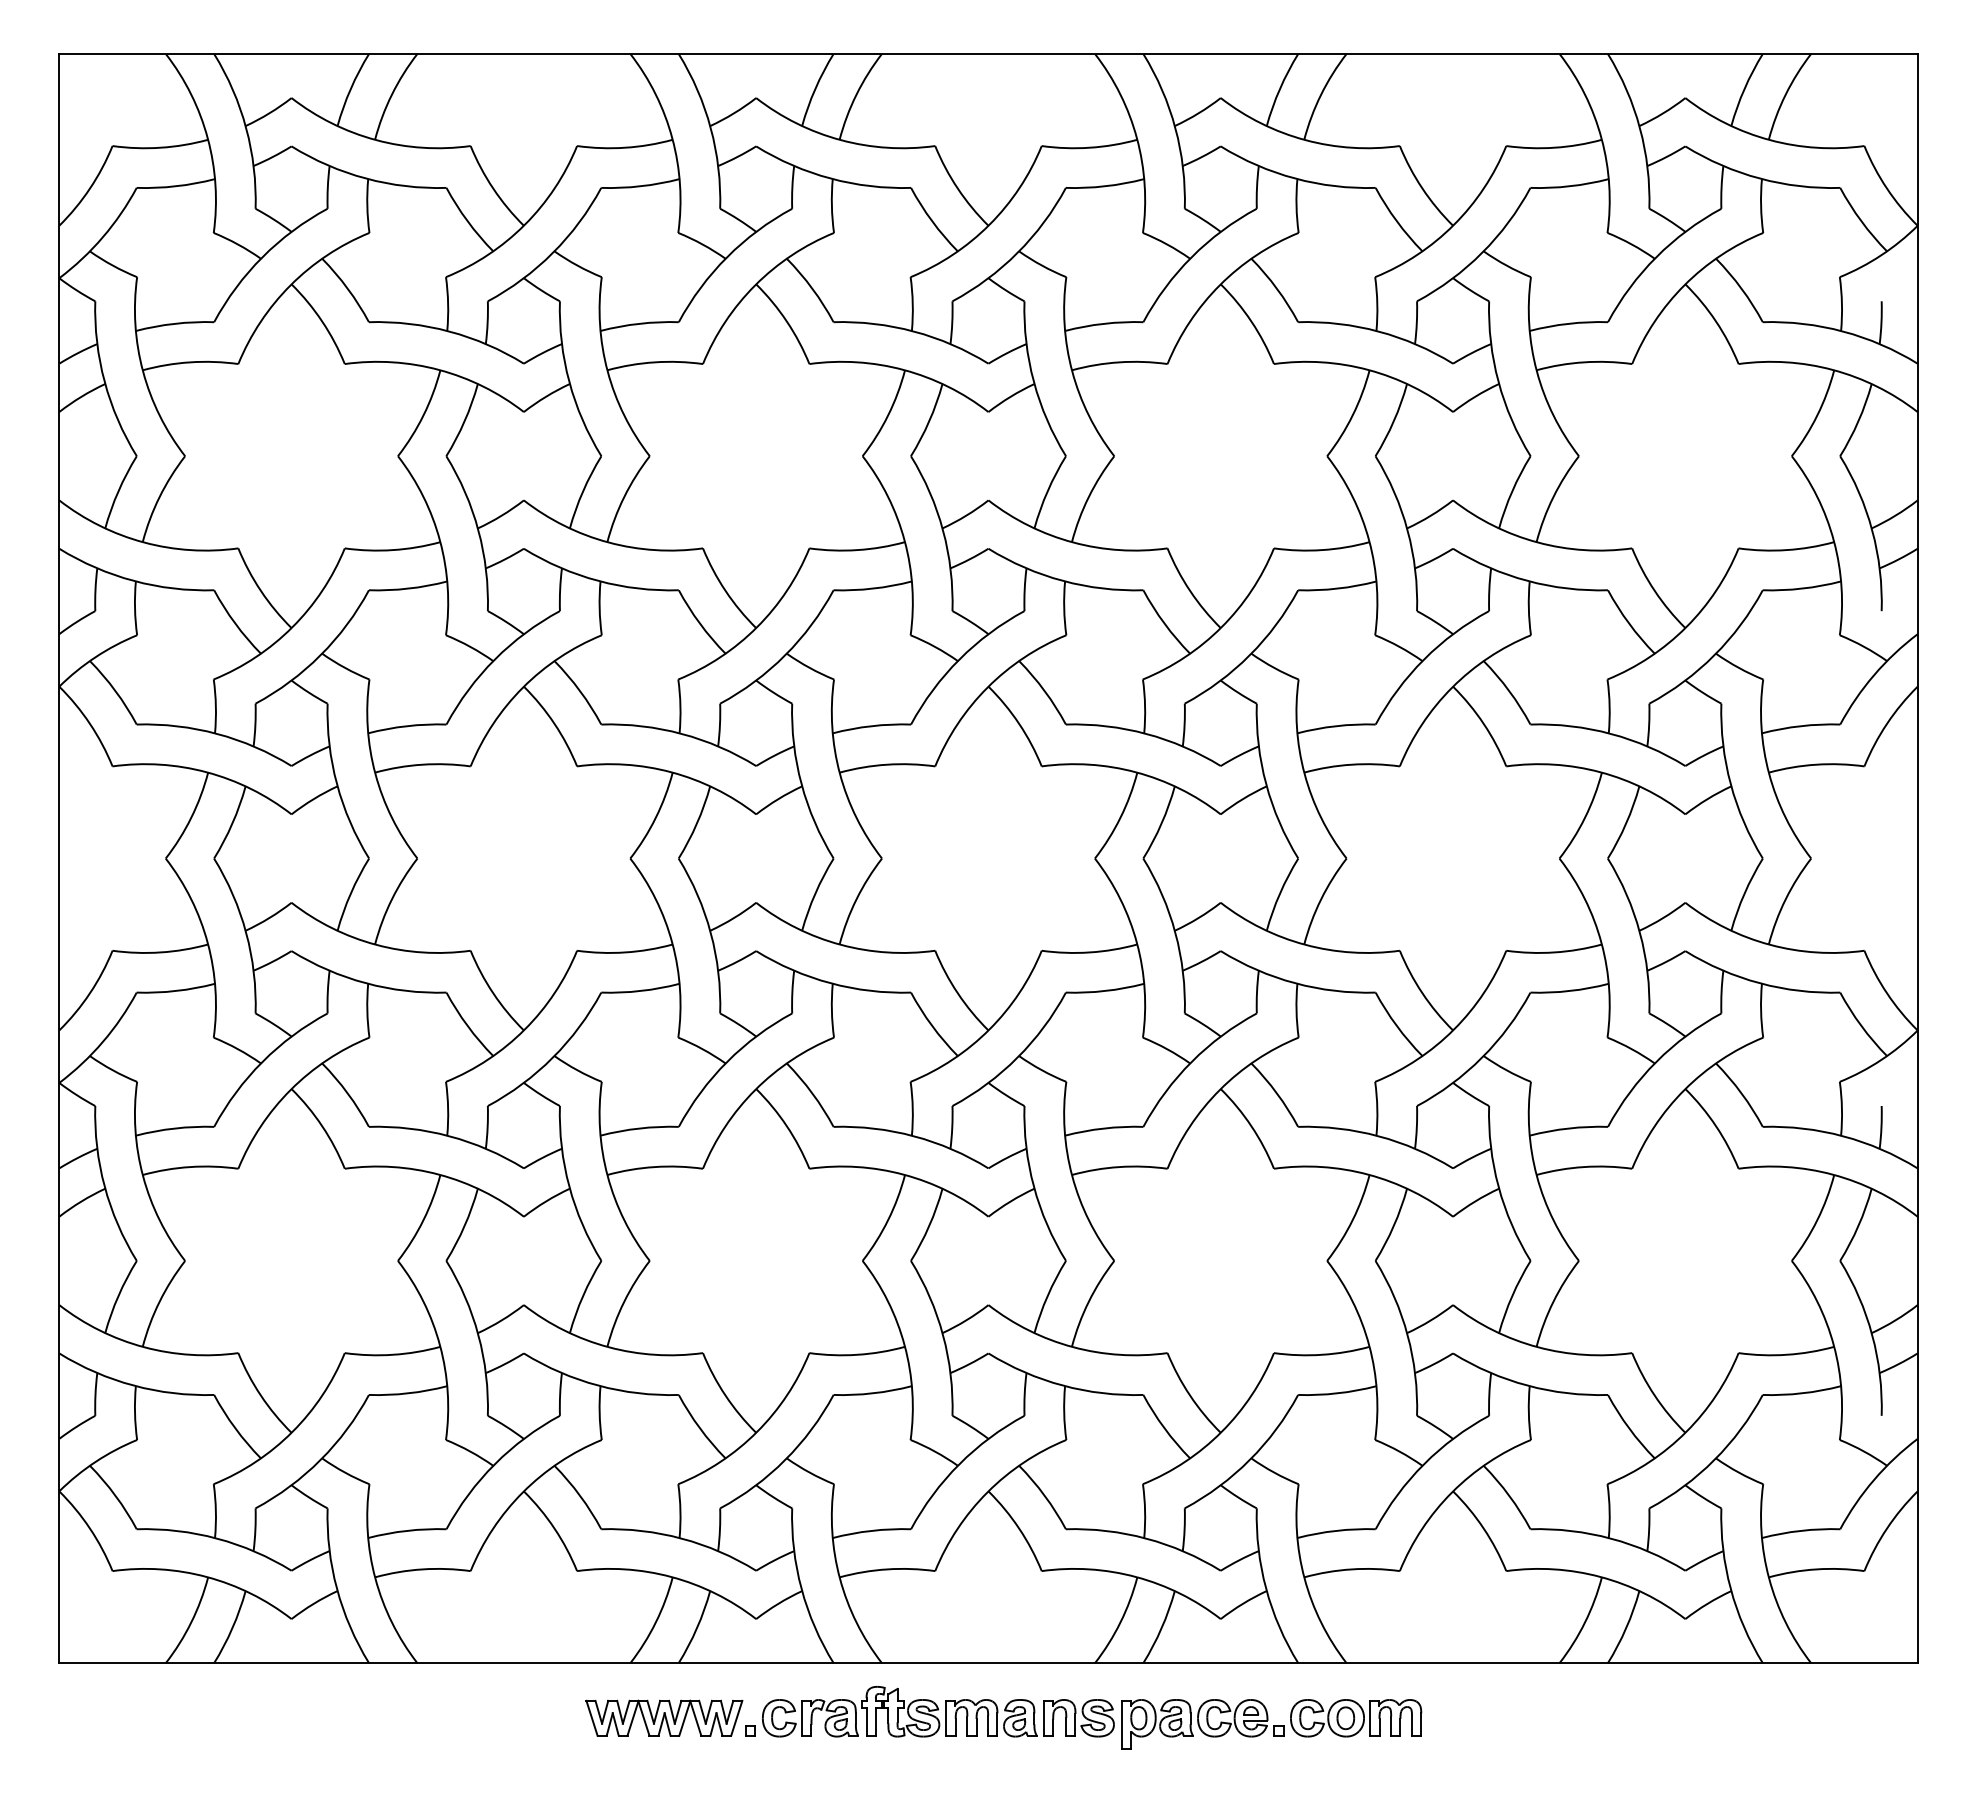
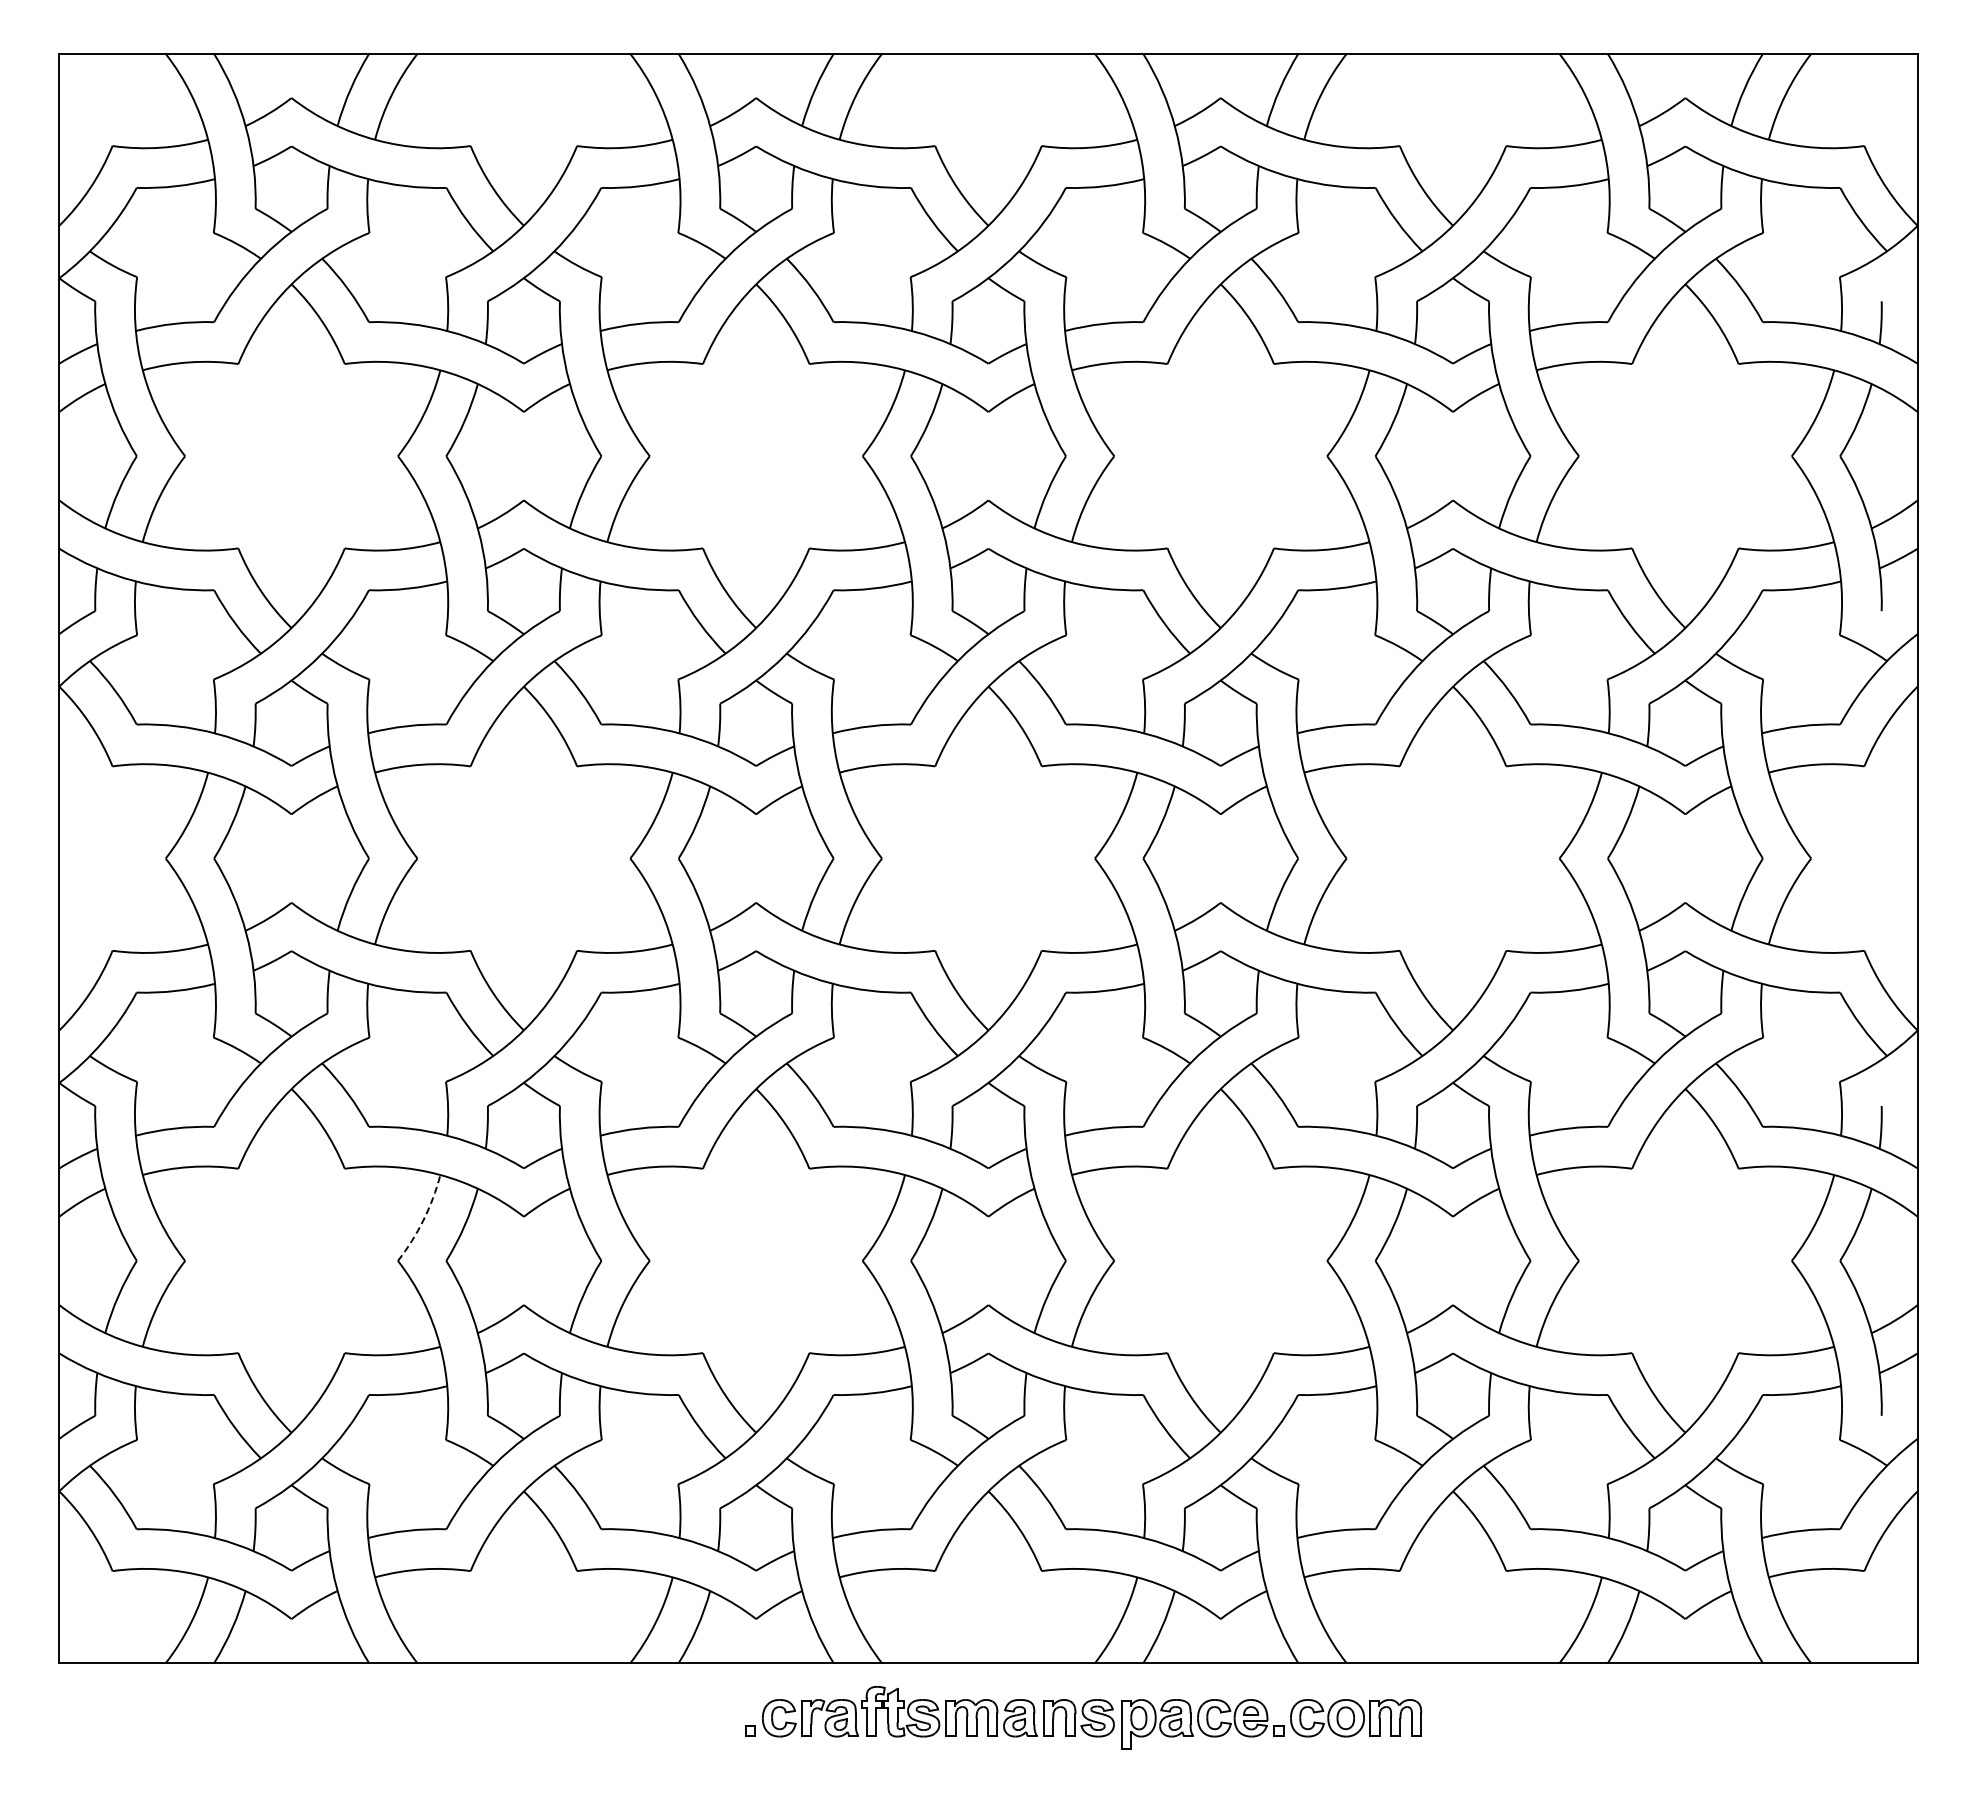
arc at (423, 1220): solid -> dashed
part at (664, 1717): present -> none
